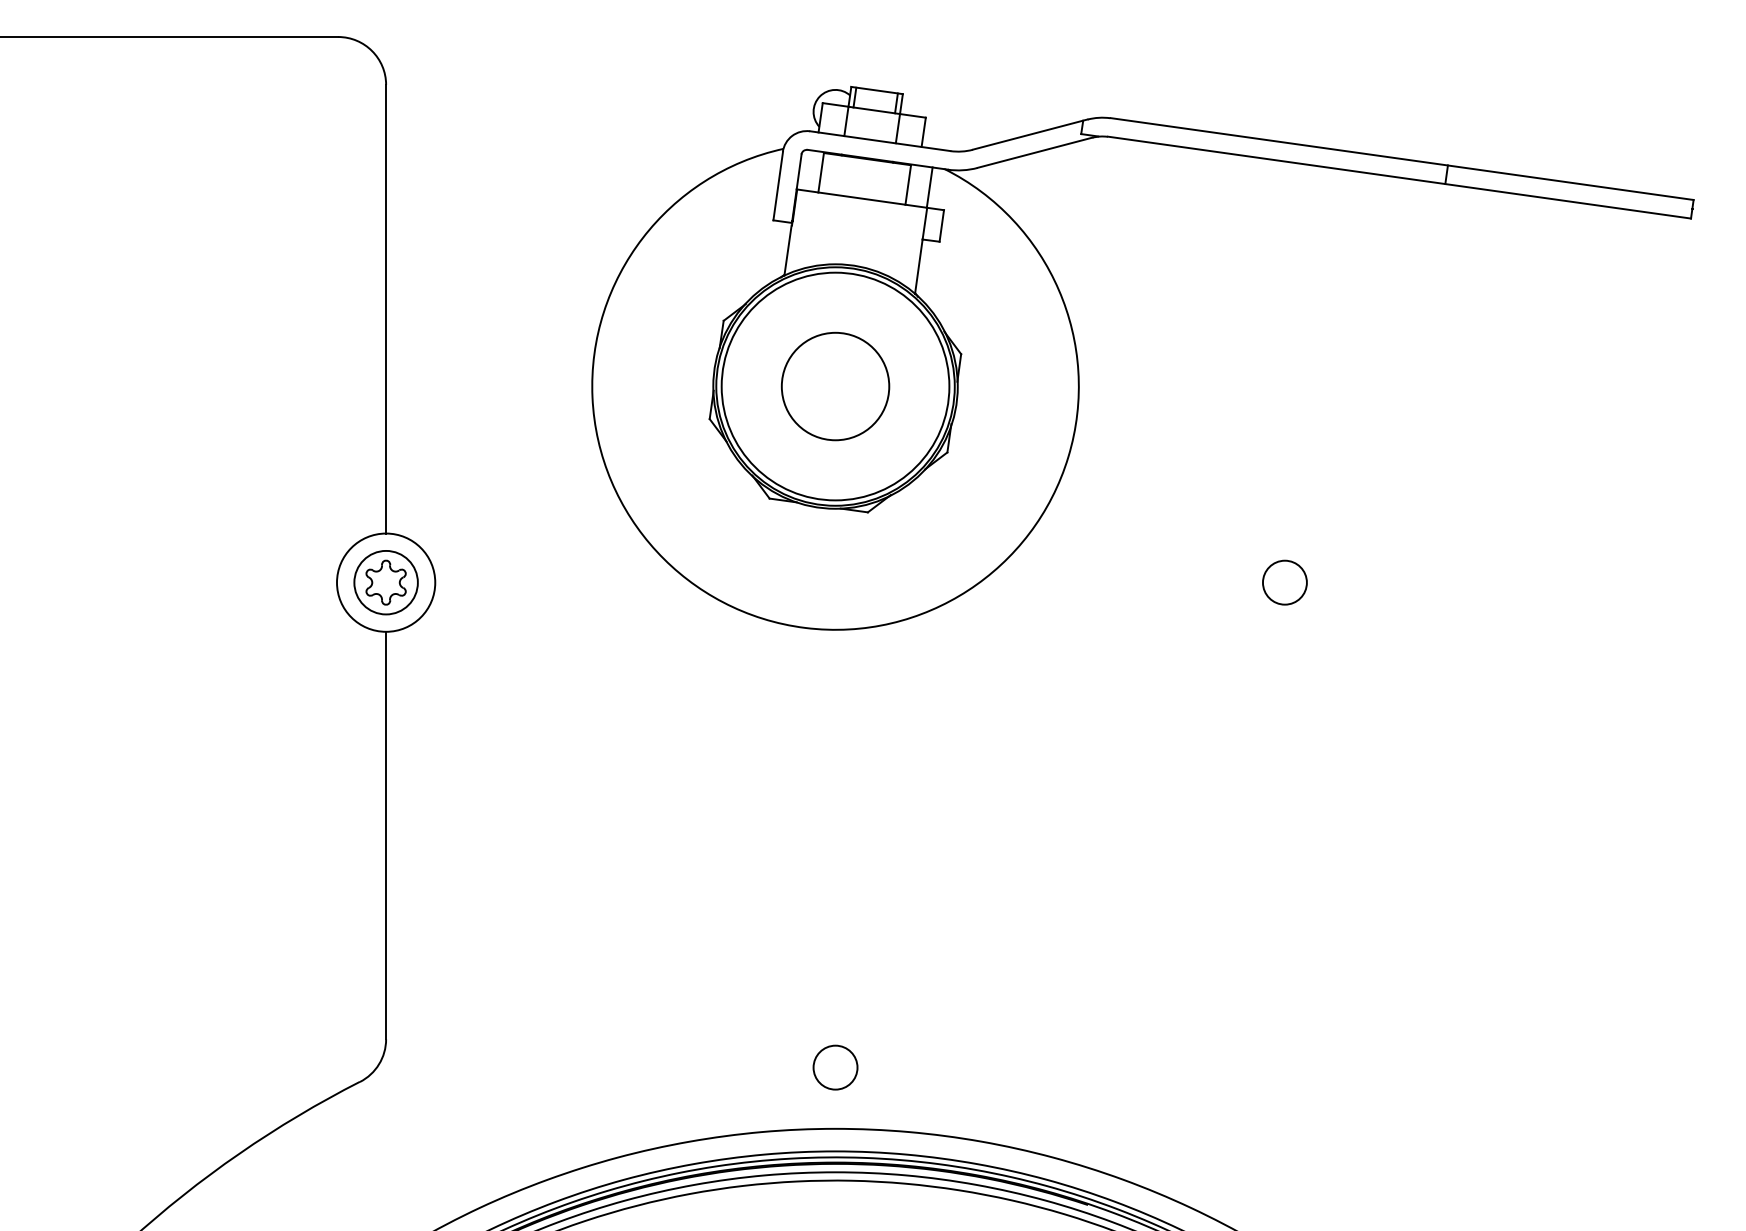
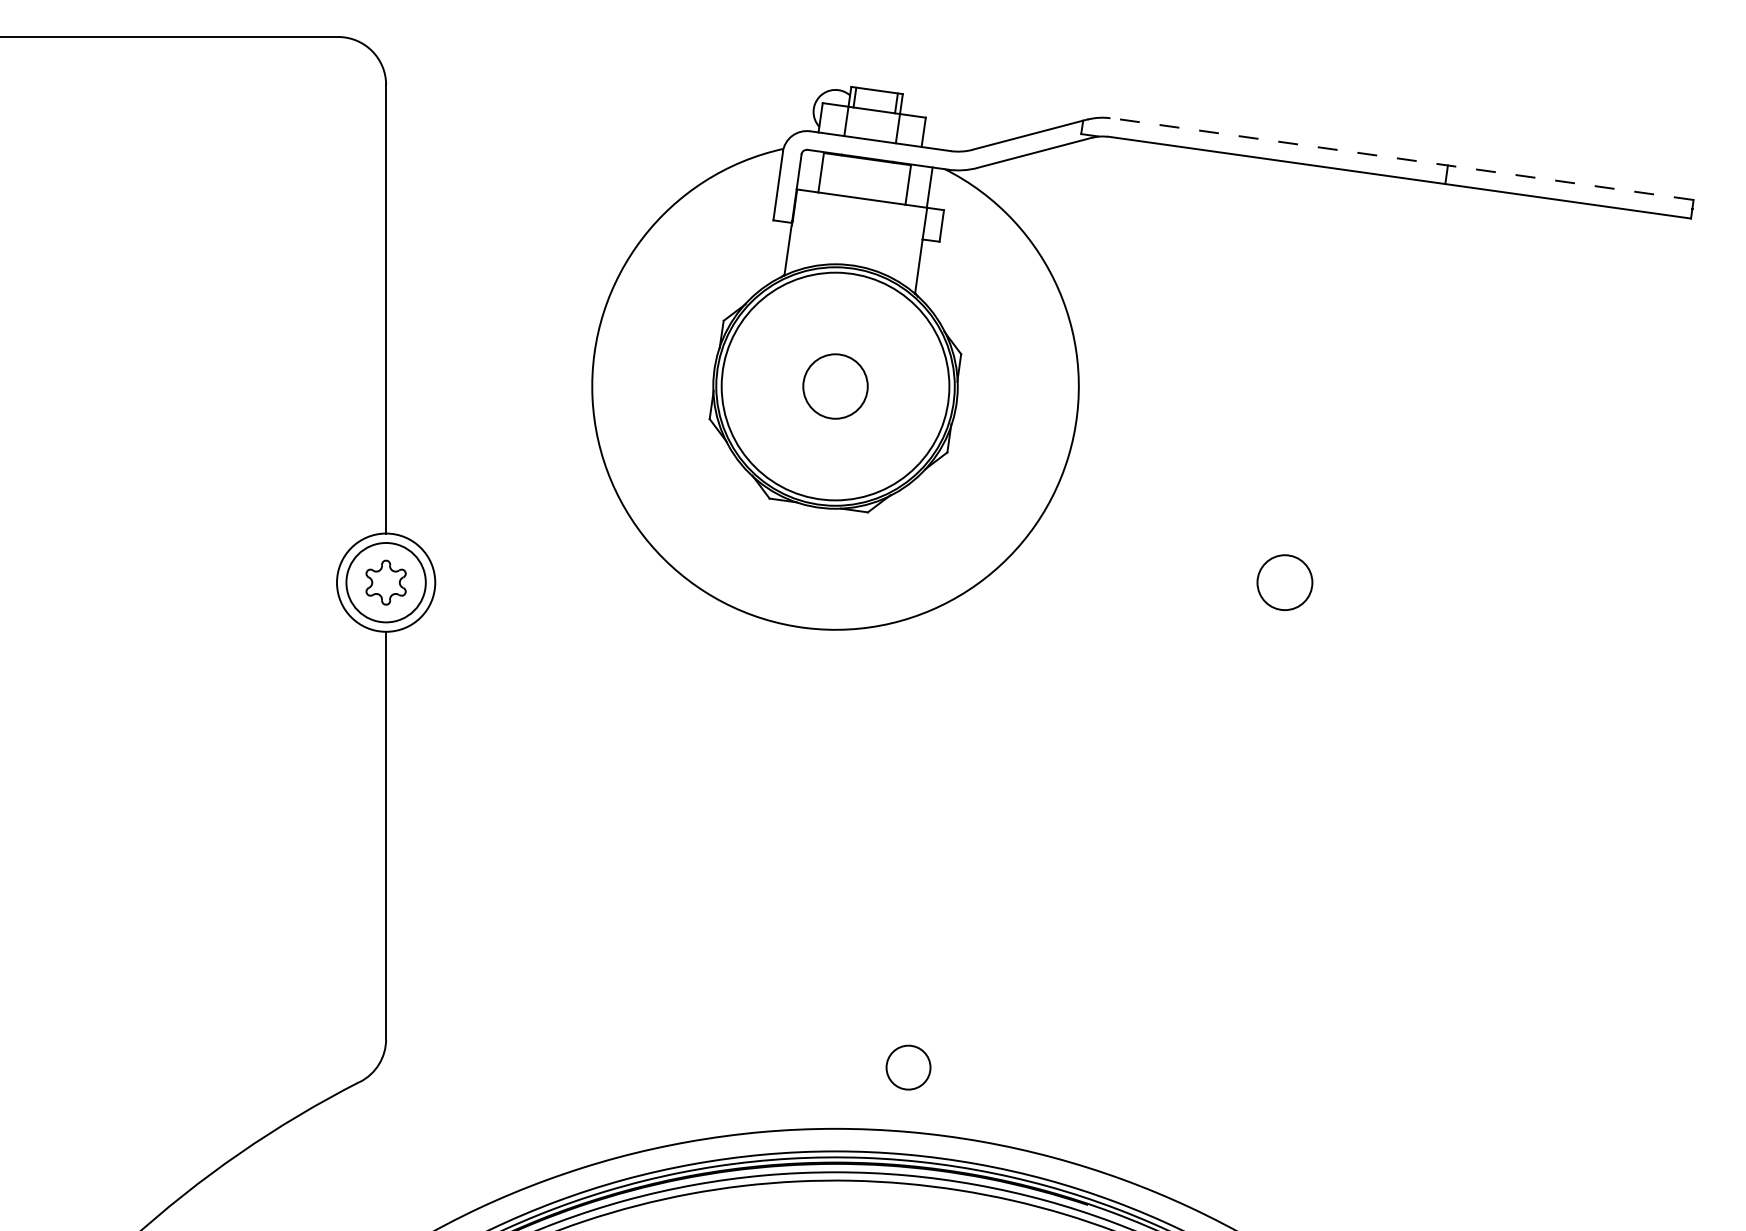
line at (1401, 158): solid -> dashed
circle at (835, 386) diameter: 107 px -> 64 px
circle at (385, 582) diameter: 64 px -> 79 px
circle at (1284, 582) diameter: 44 px -> 55 px
circle at (835, 1067) position: (835, 1067) -> (908, 1067)
